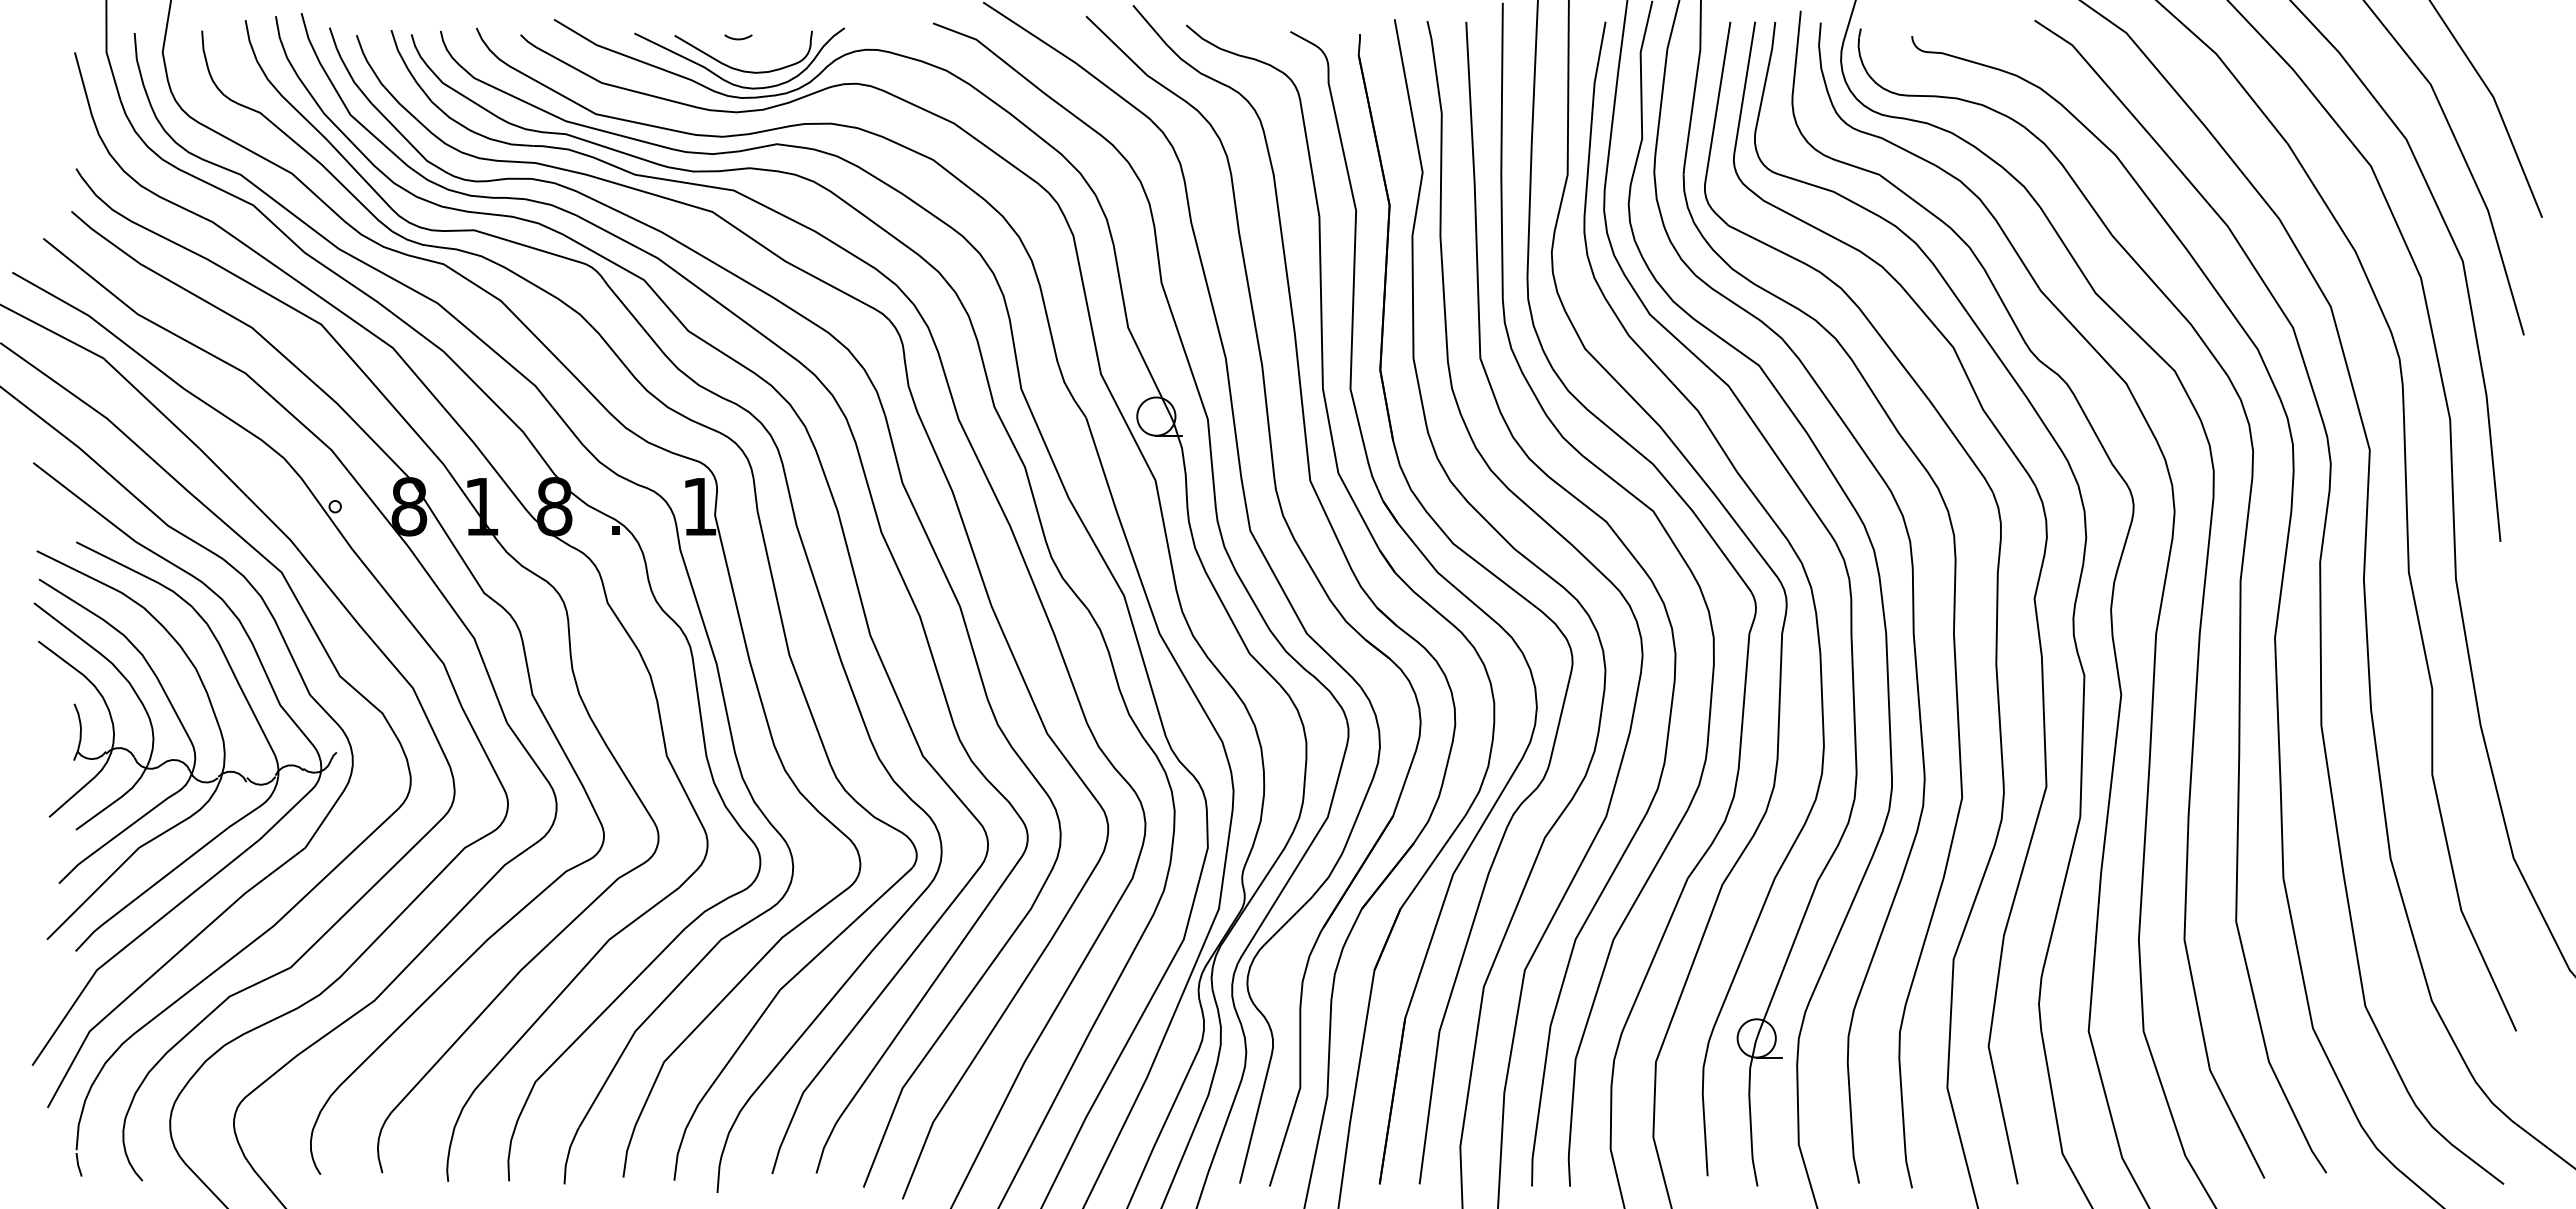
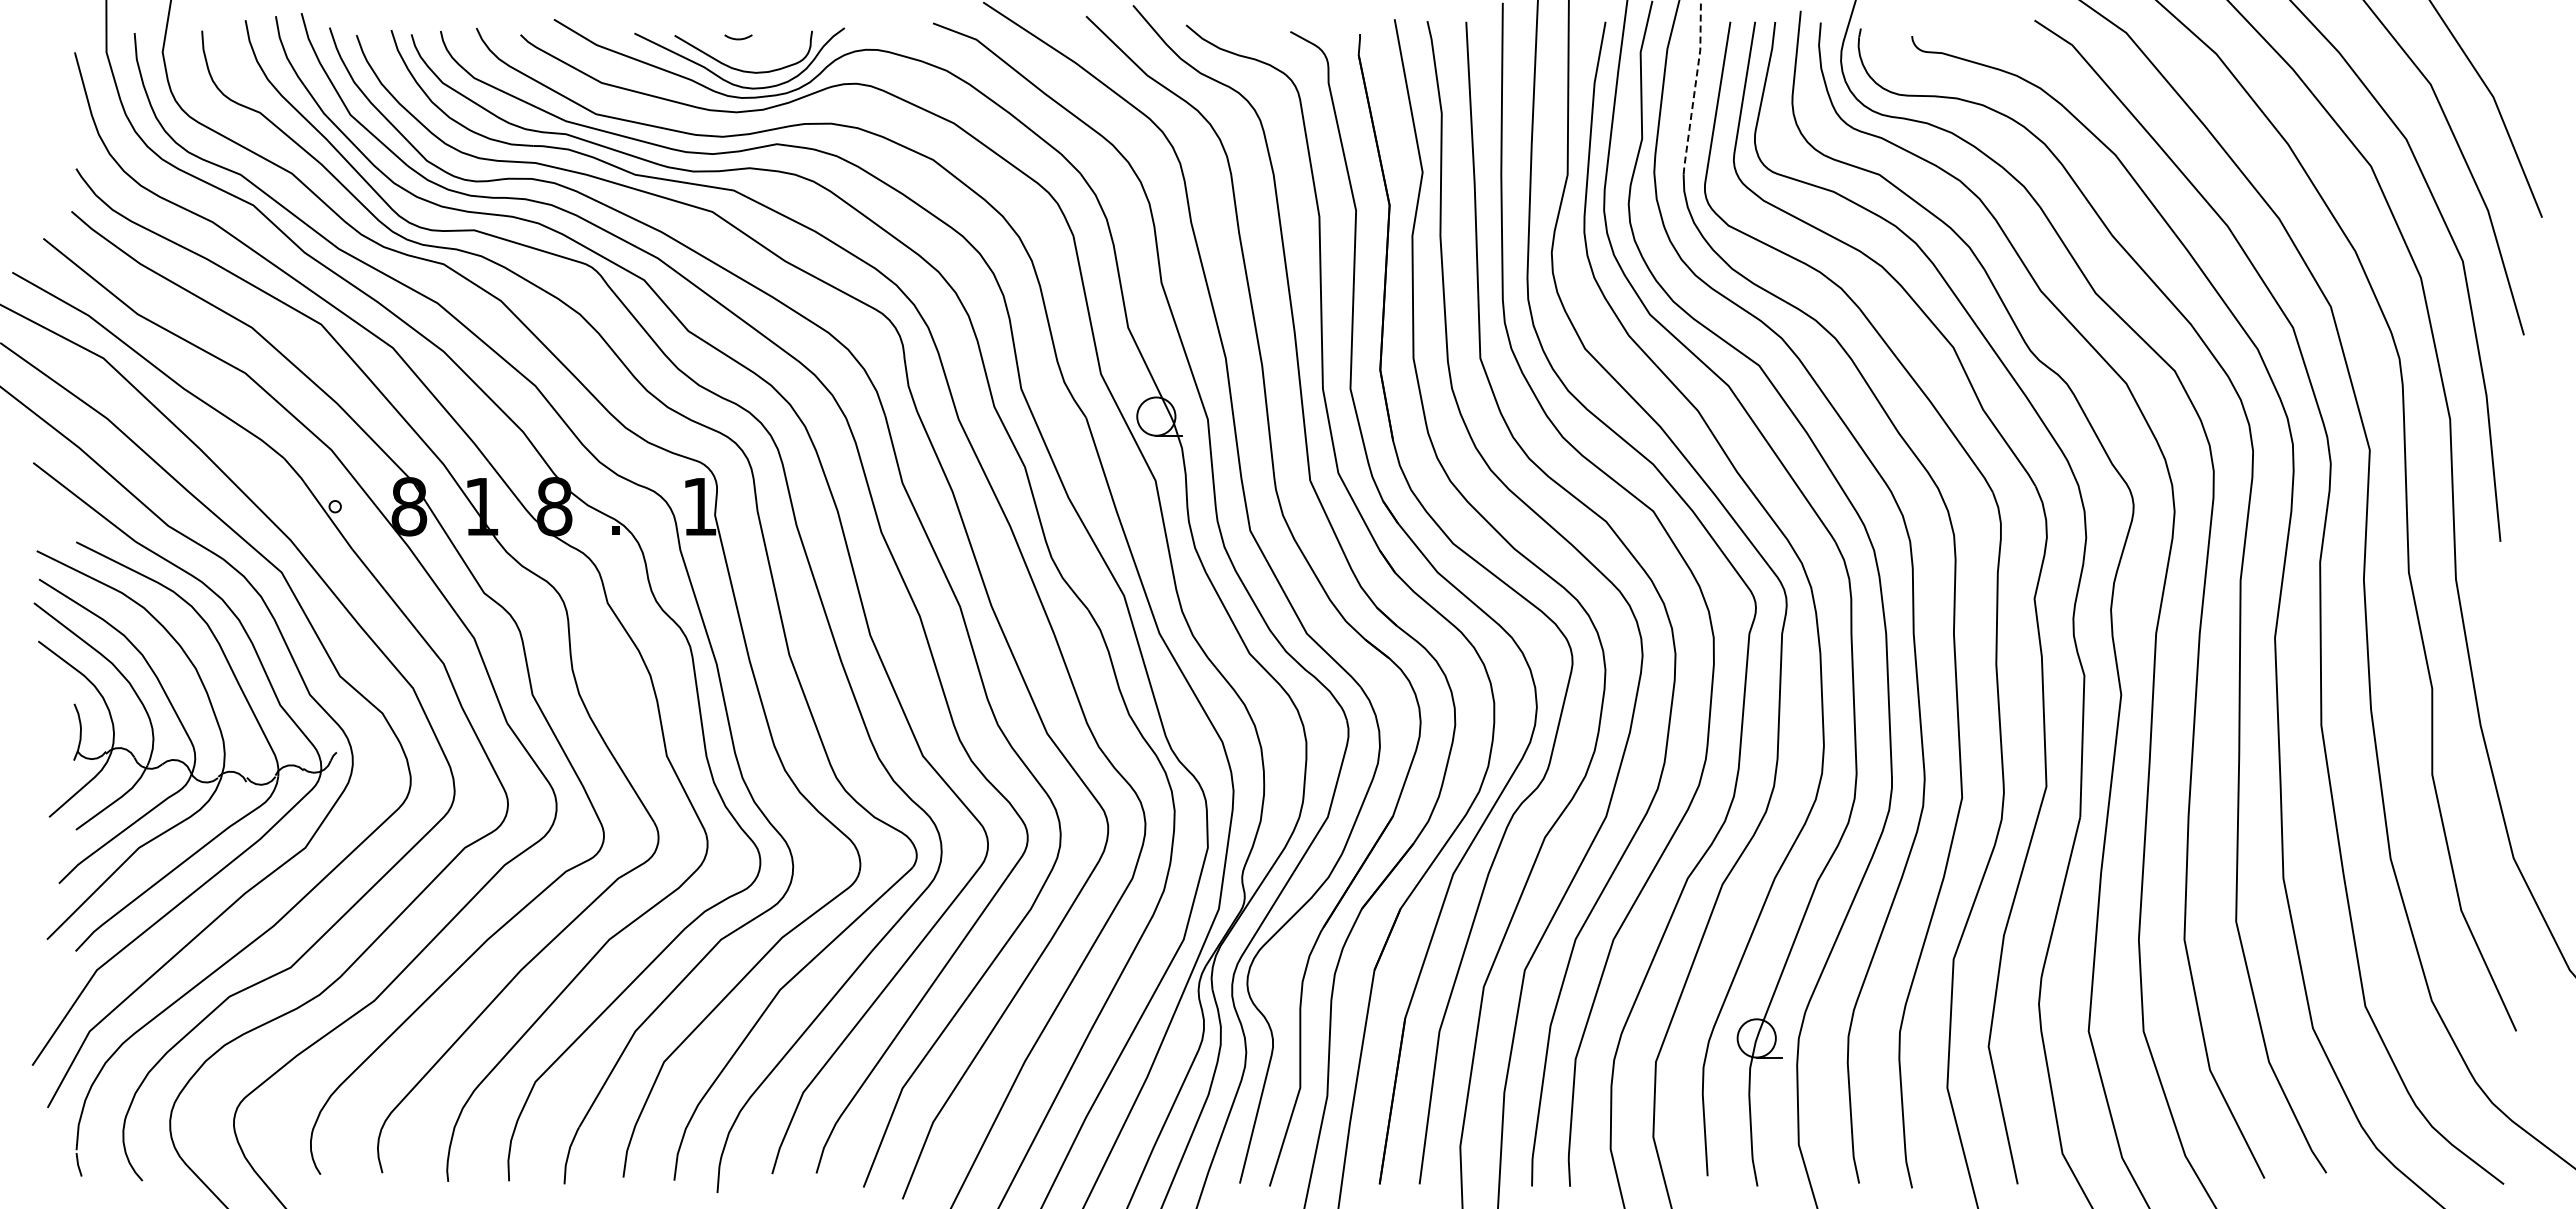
line at (1695, 87): solid -> dashed
